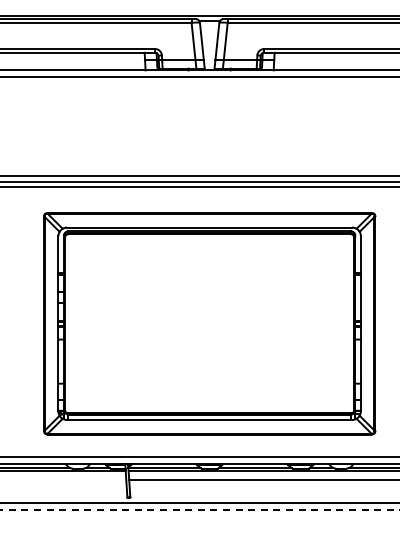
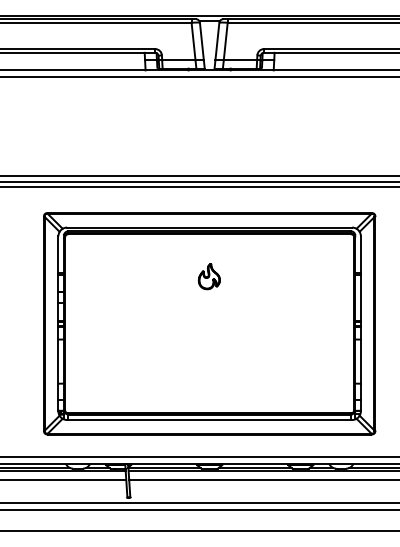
part at (208, 276): none -> present
line at (64, 479): none -> present
line at (199, 509): dashed -> solid
line at (199, 530): none -> present
